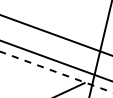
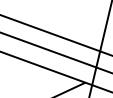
line at (55, 60) position: (55, 60) -> (55, 52)
line at (57, 72): dashed -> solid
